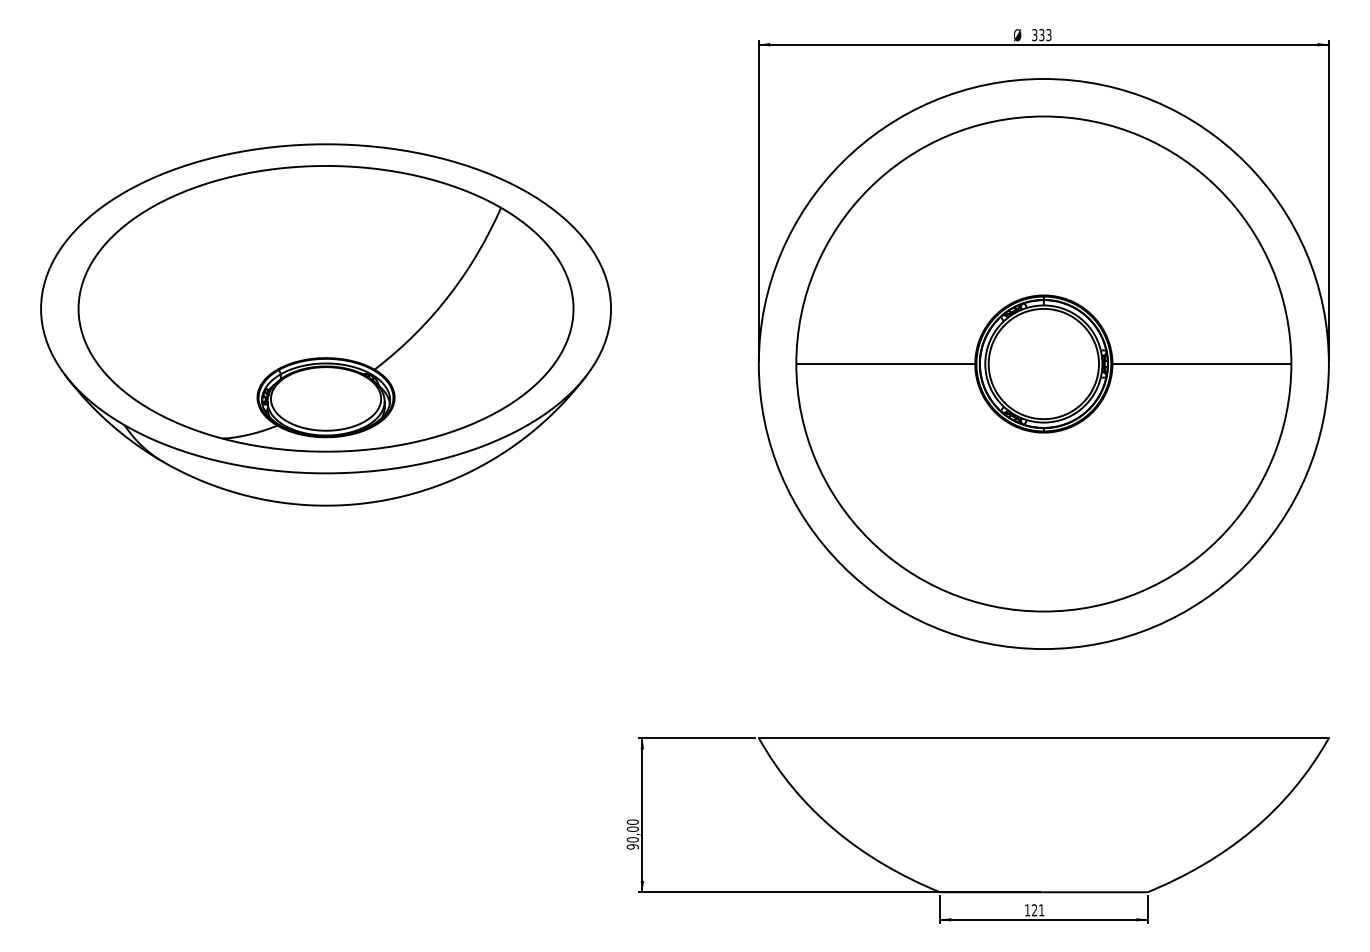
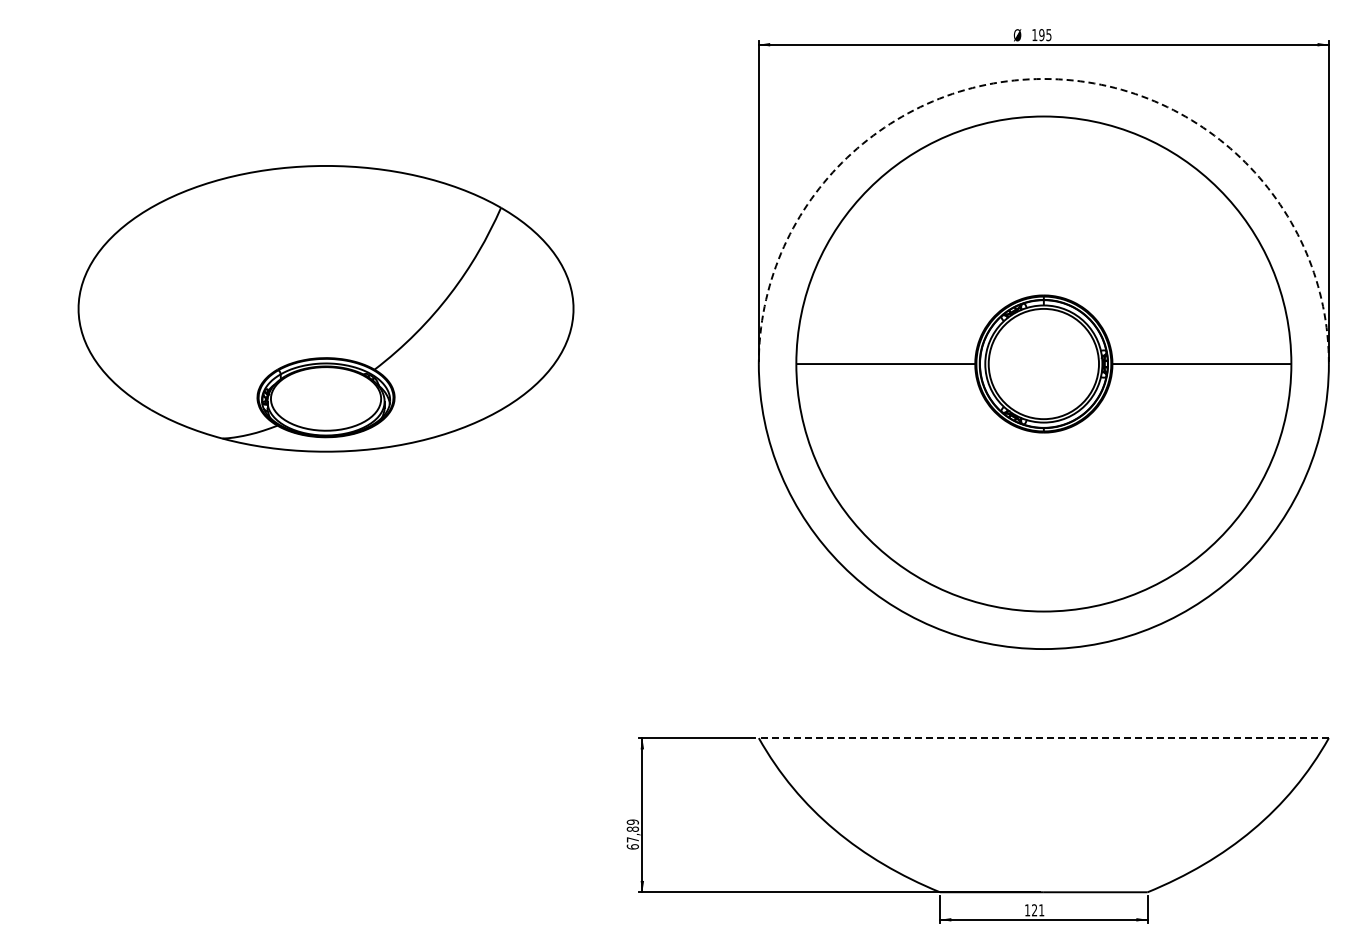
text at (1041, 35): 333 -> 195
arc at (1043, 79): solid -> dashed
part at (325, 324): present -> none
line at (1043, 738): solid -> dashed
text at (632, 834): 90,00 -> 67,89
